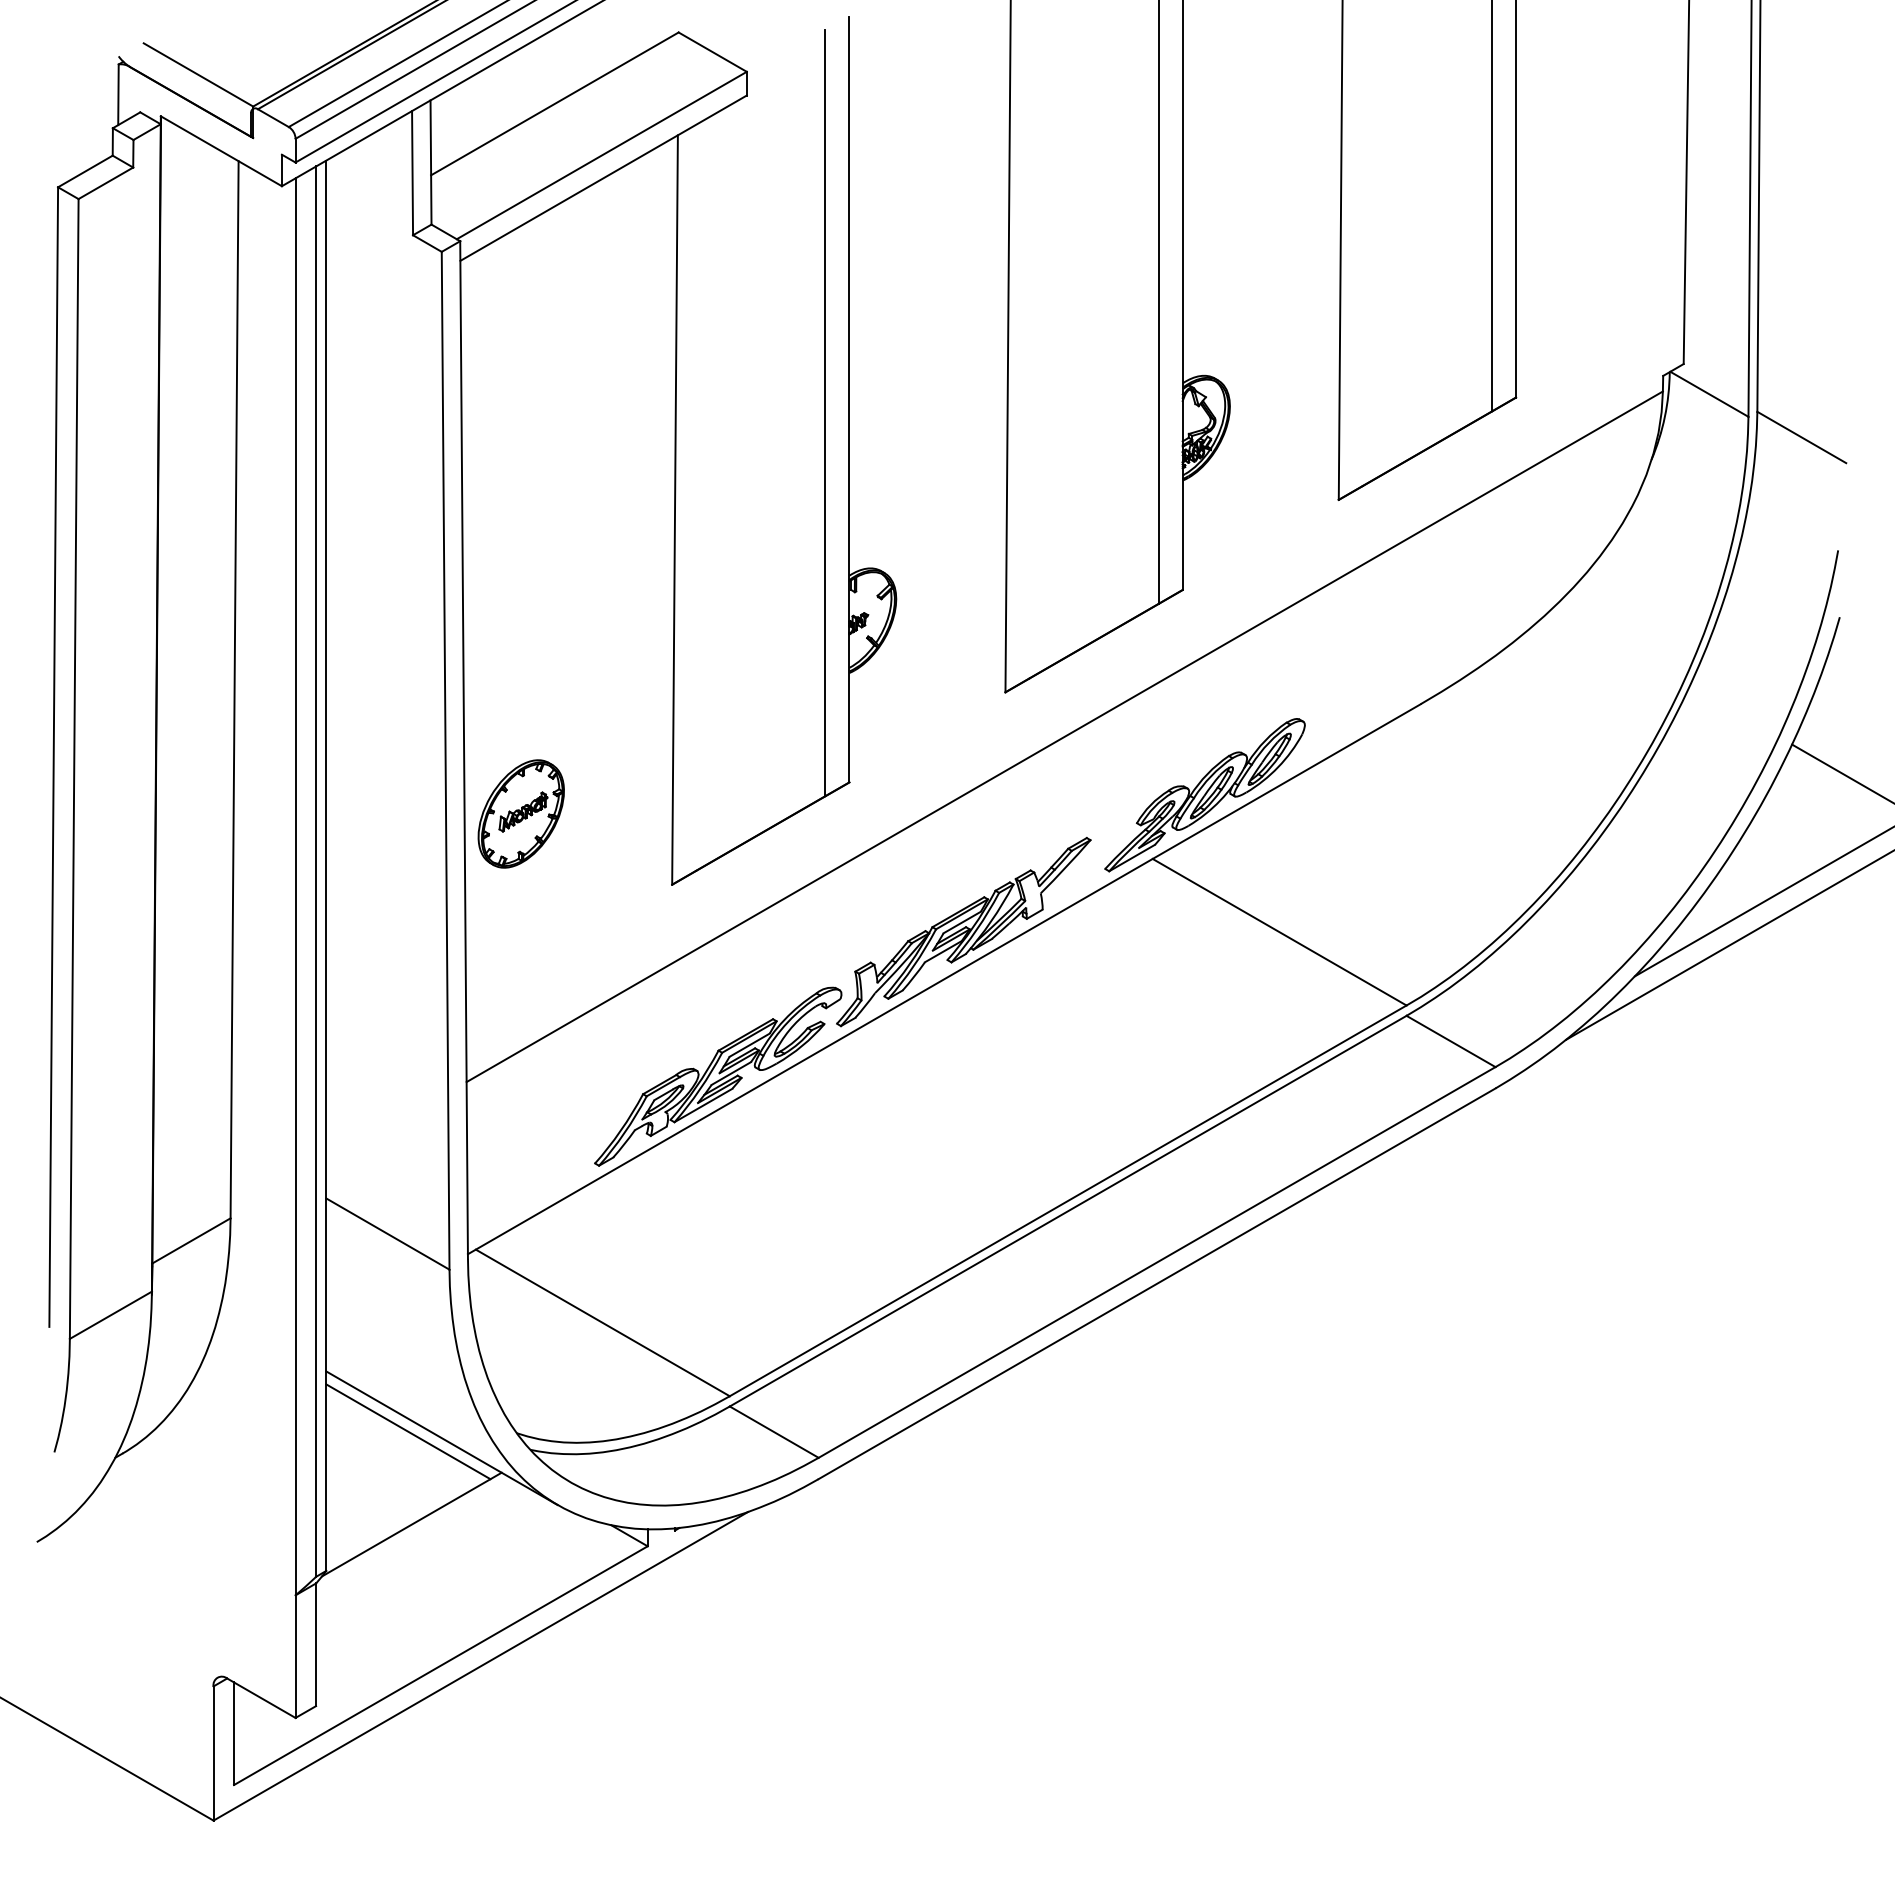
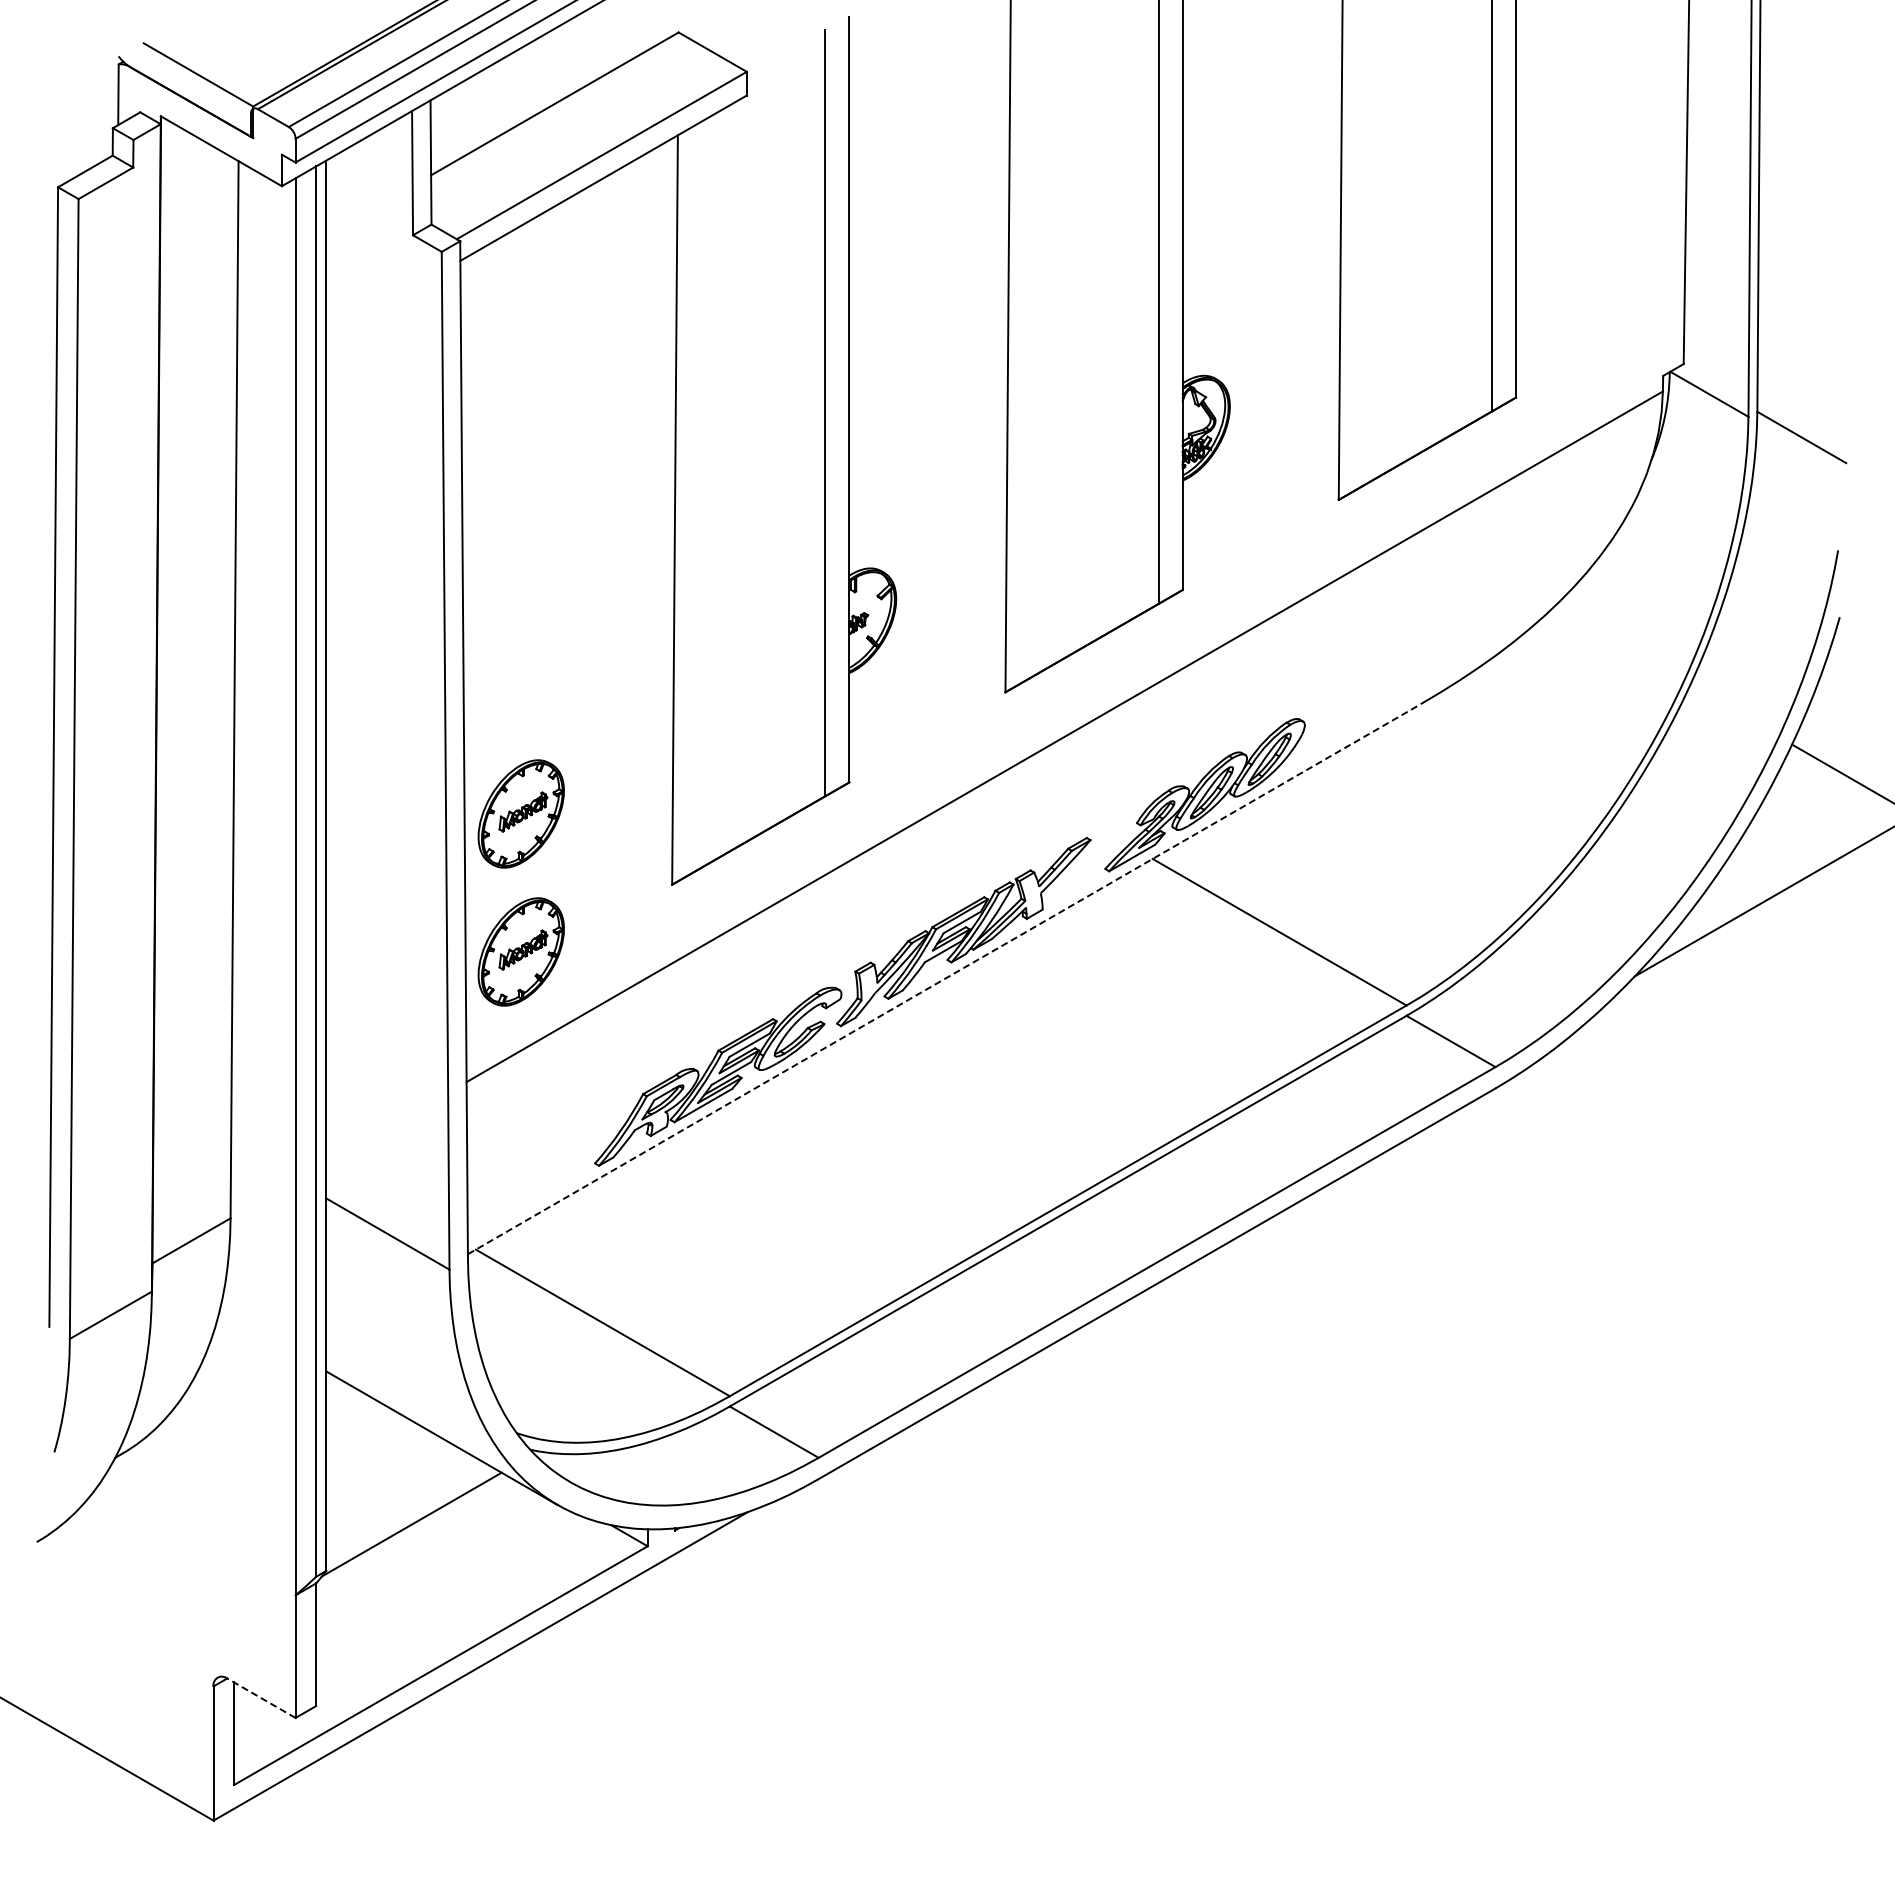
line at (1728, 945): present -> none
part at (520, 951): none -> present
line at (944, 978): solid -> dashed
line at (408, 1431): present -> none
line at (260, 1697): solid -> dashed
